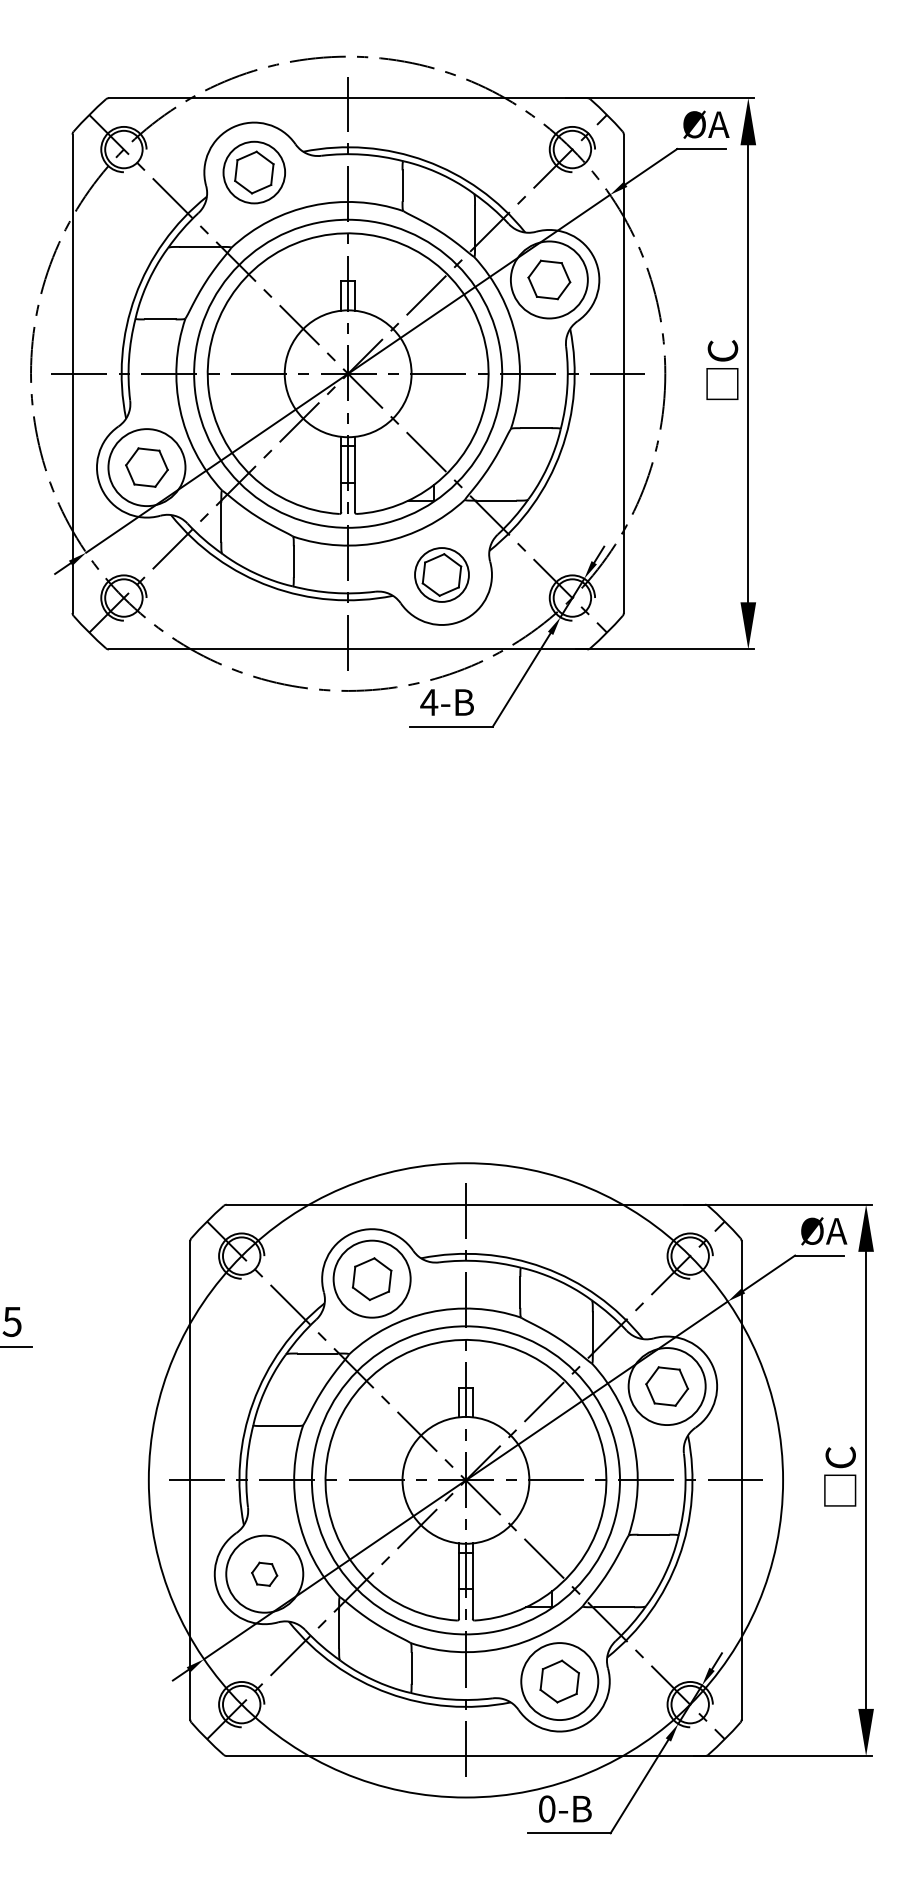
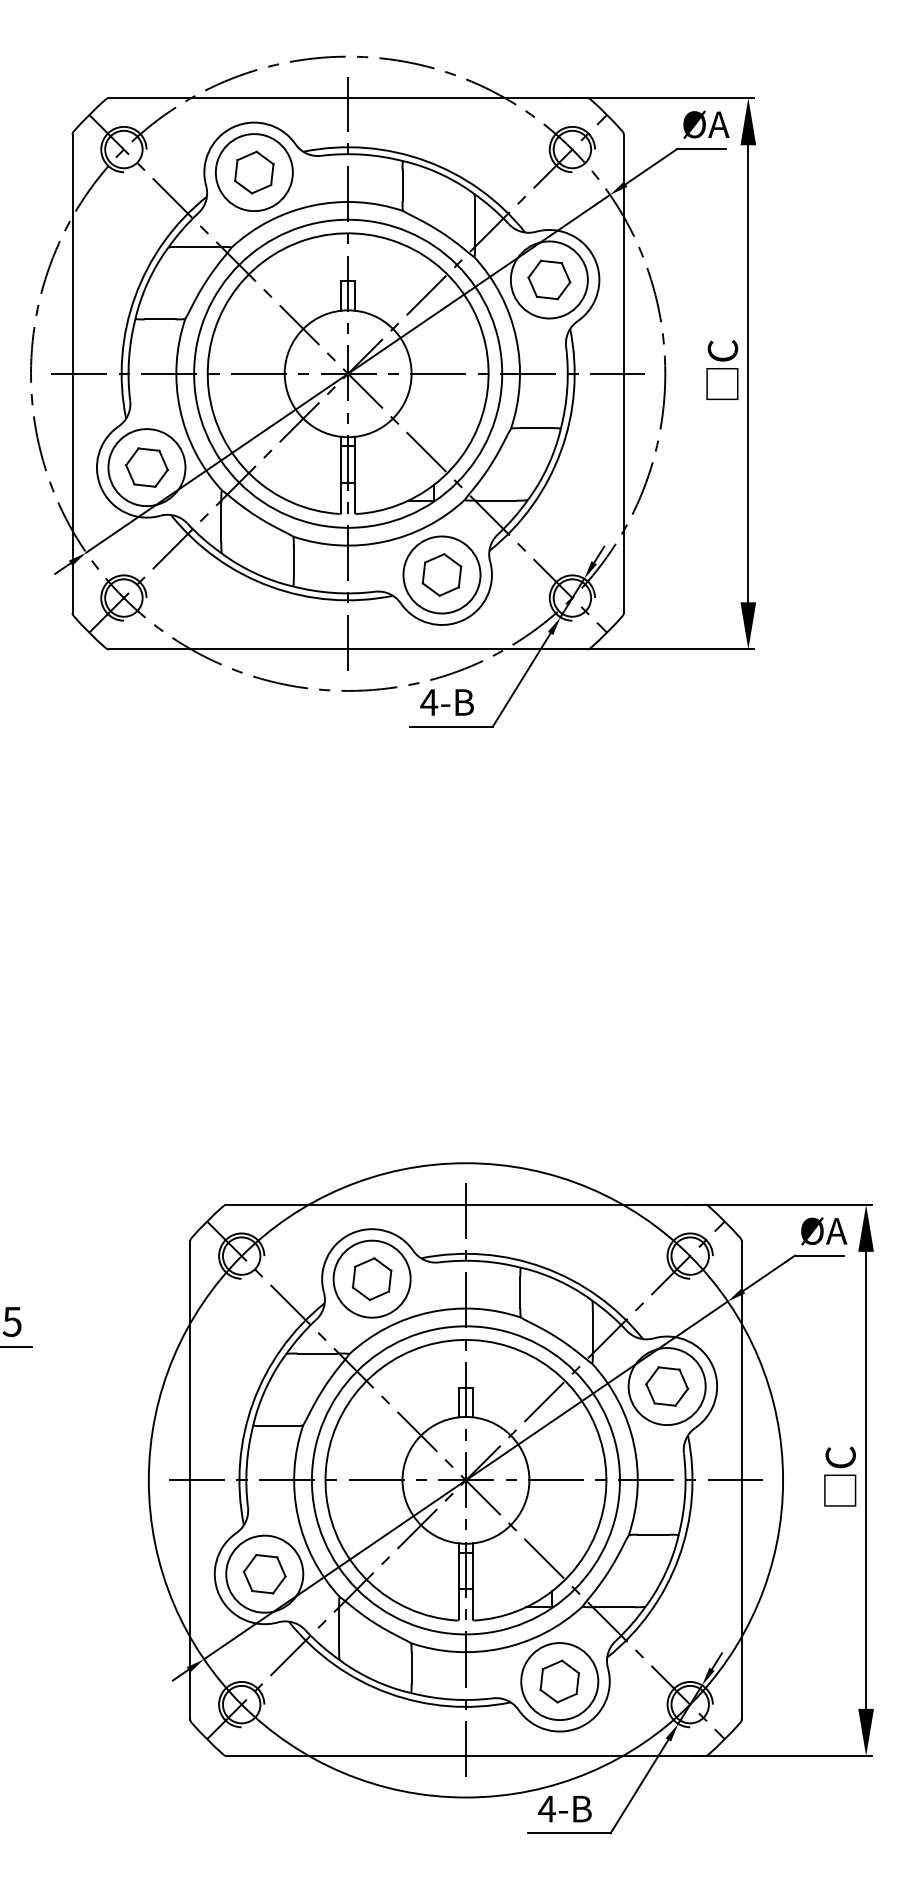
circle at (254, 172) diameter: 62 px -> 77 px
circle at (441, 574) diameter: 54 px -> 77 px
part at (264, 1573) size: 28x26 px -> 45x41 px
text at (547, 1808): 0-B -> 4-B
